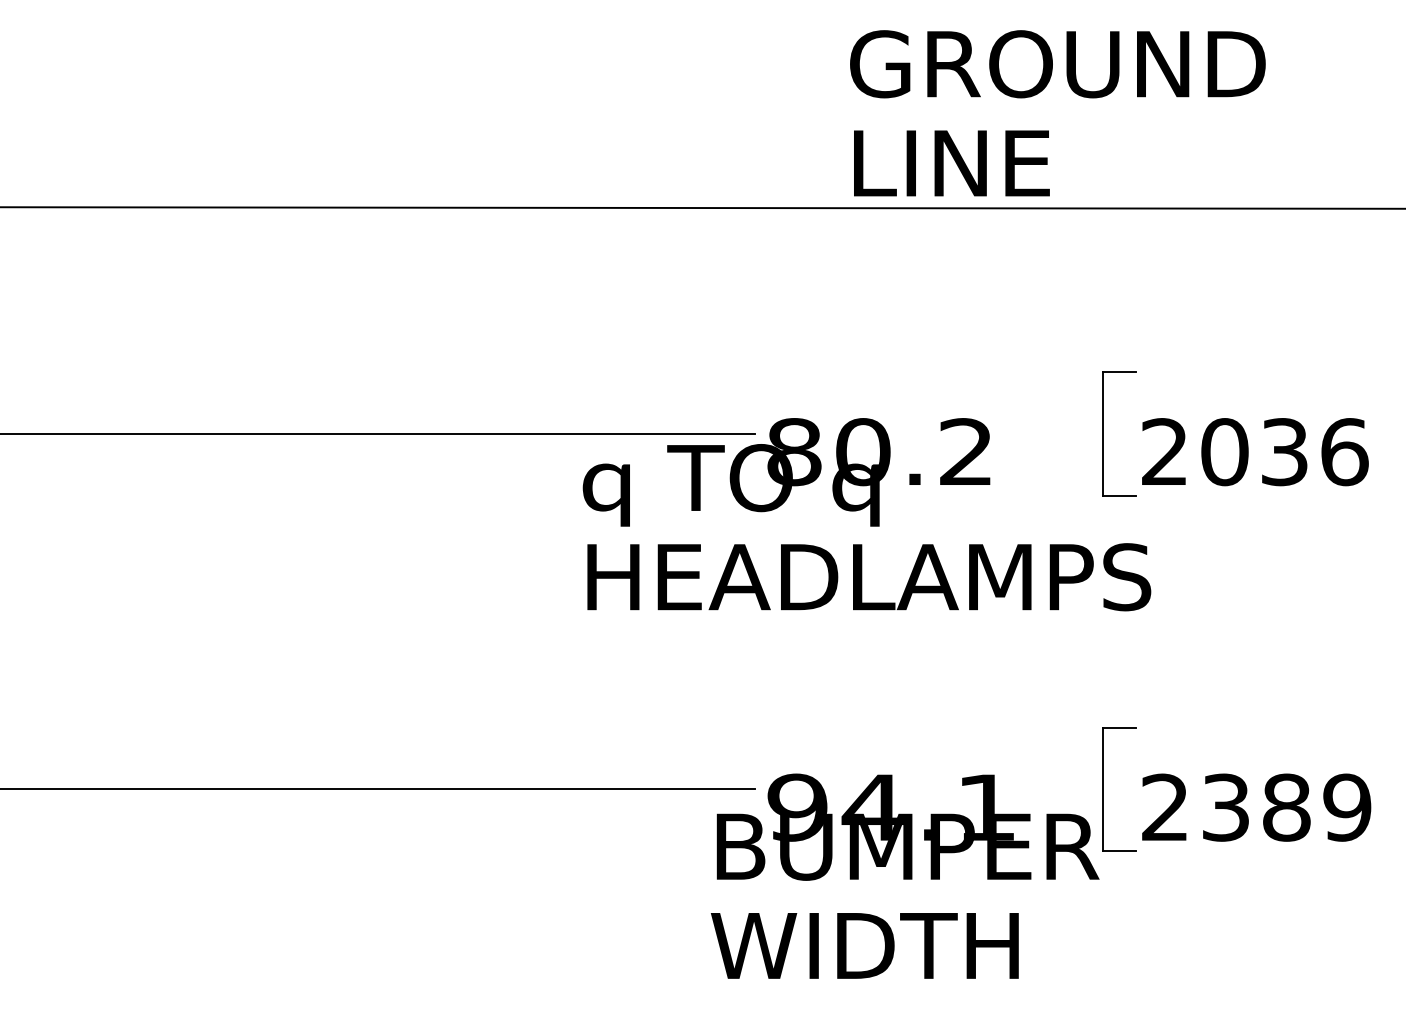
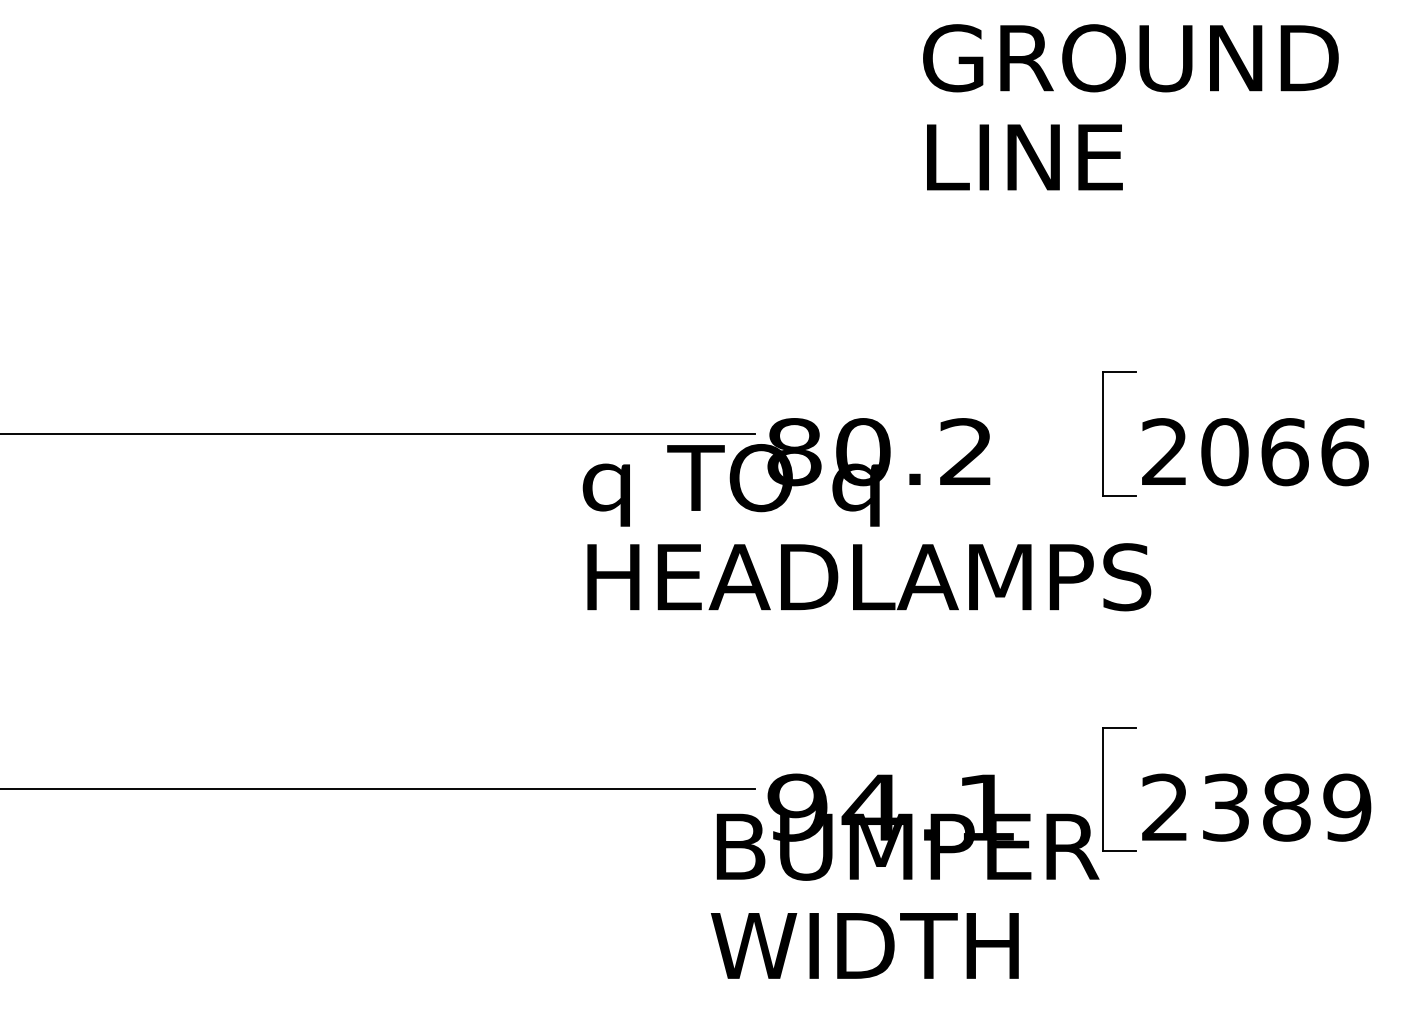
text at (1057, 113) position: (1057, 113) -> (1130, 107)
line at (702, 207): present -> none
text at (1284, 452): 2036 -> 2066
